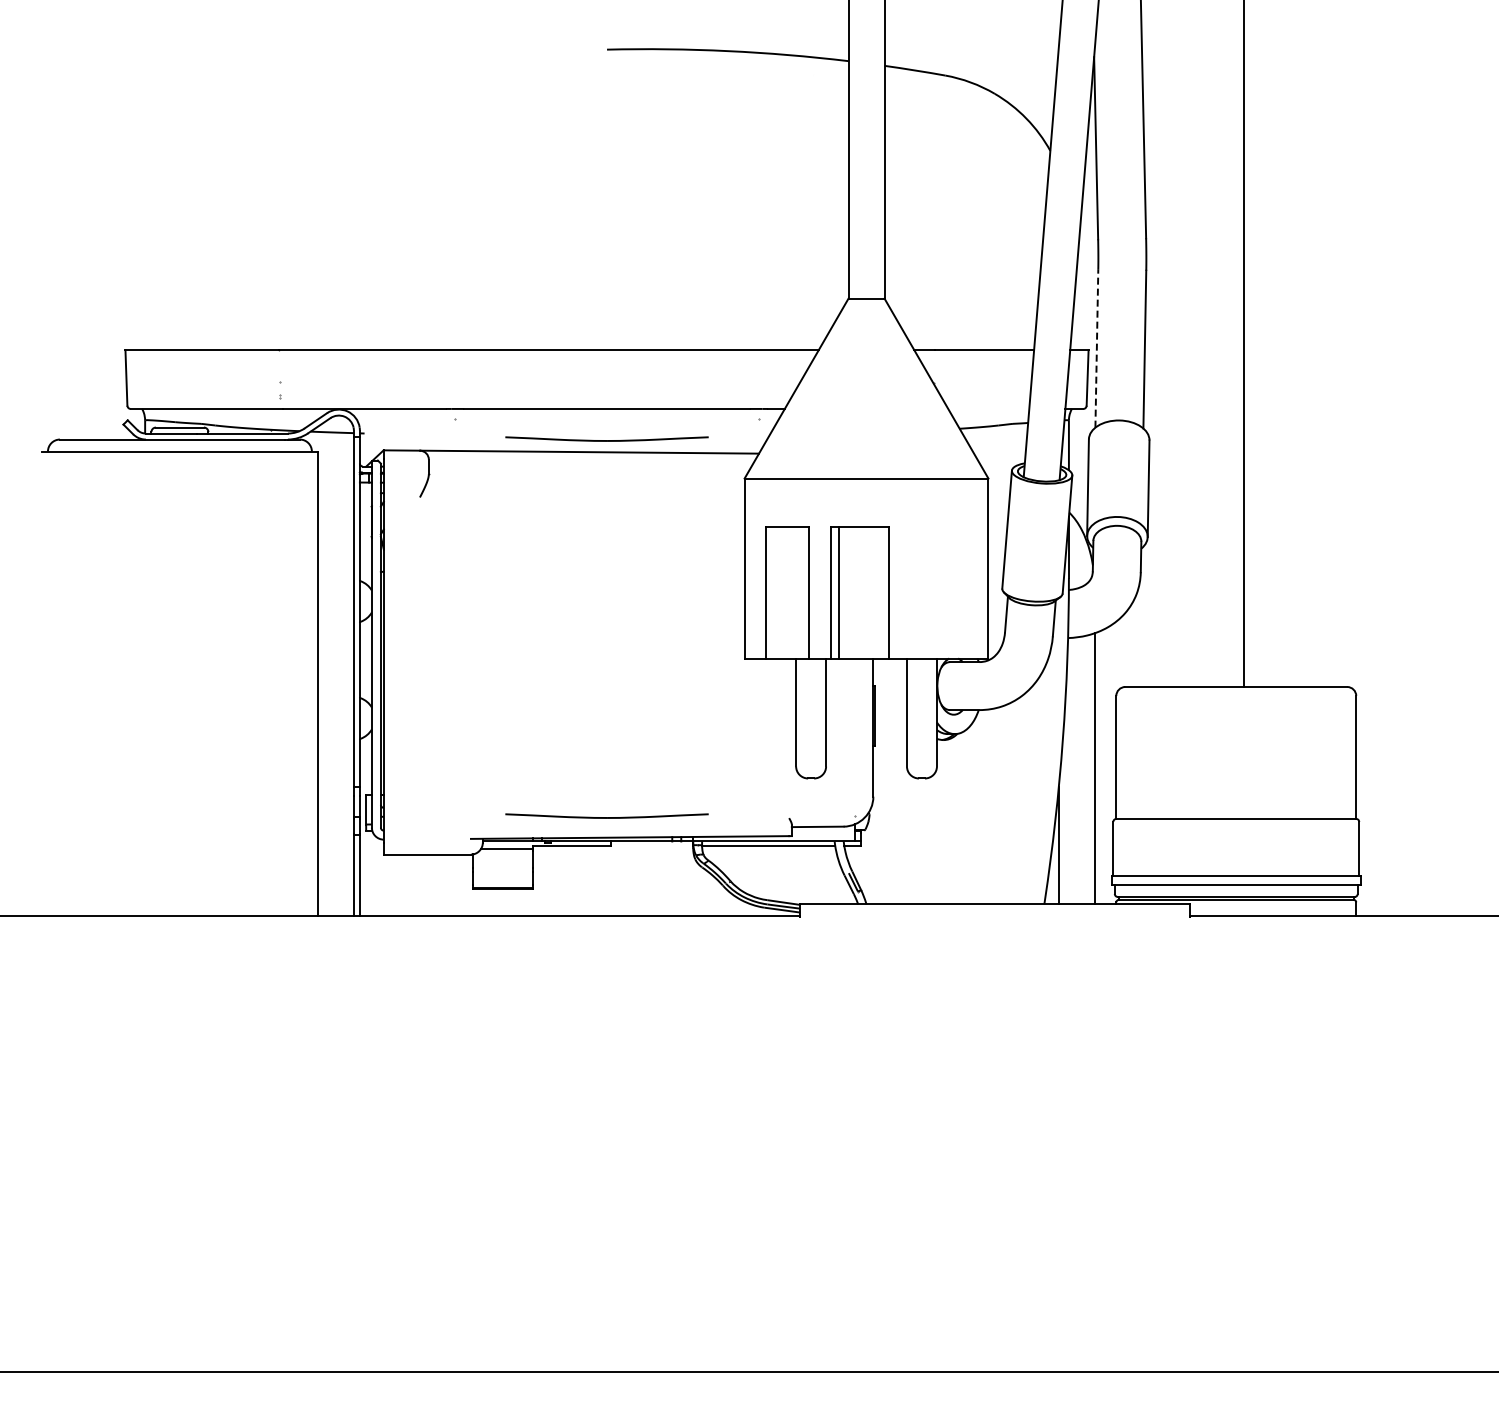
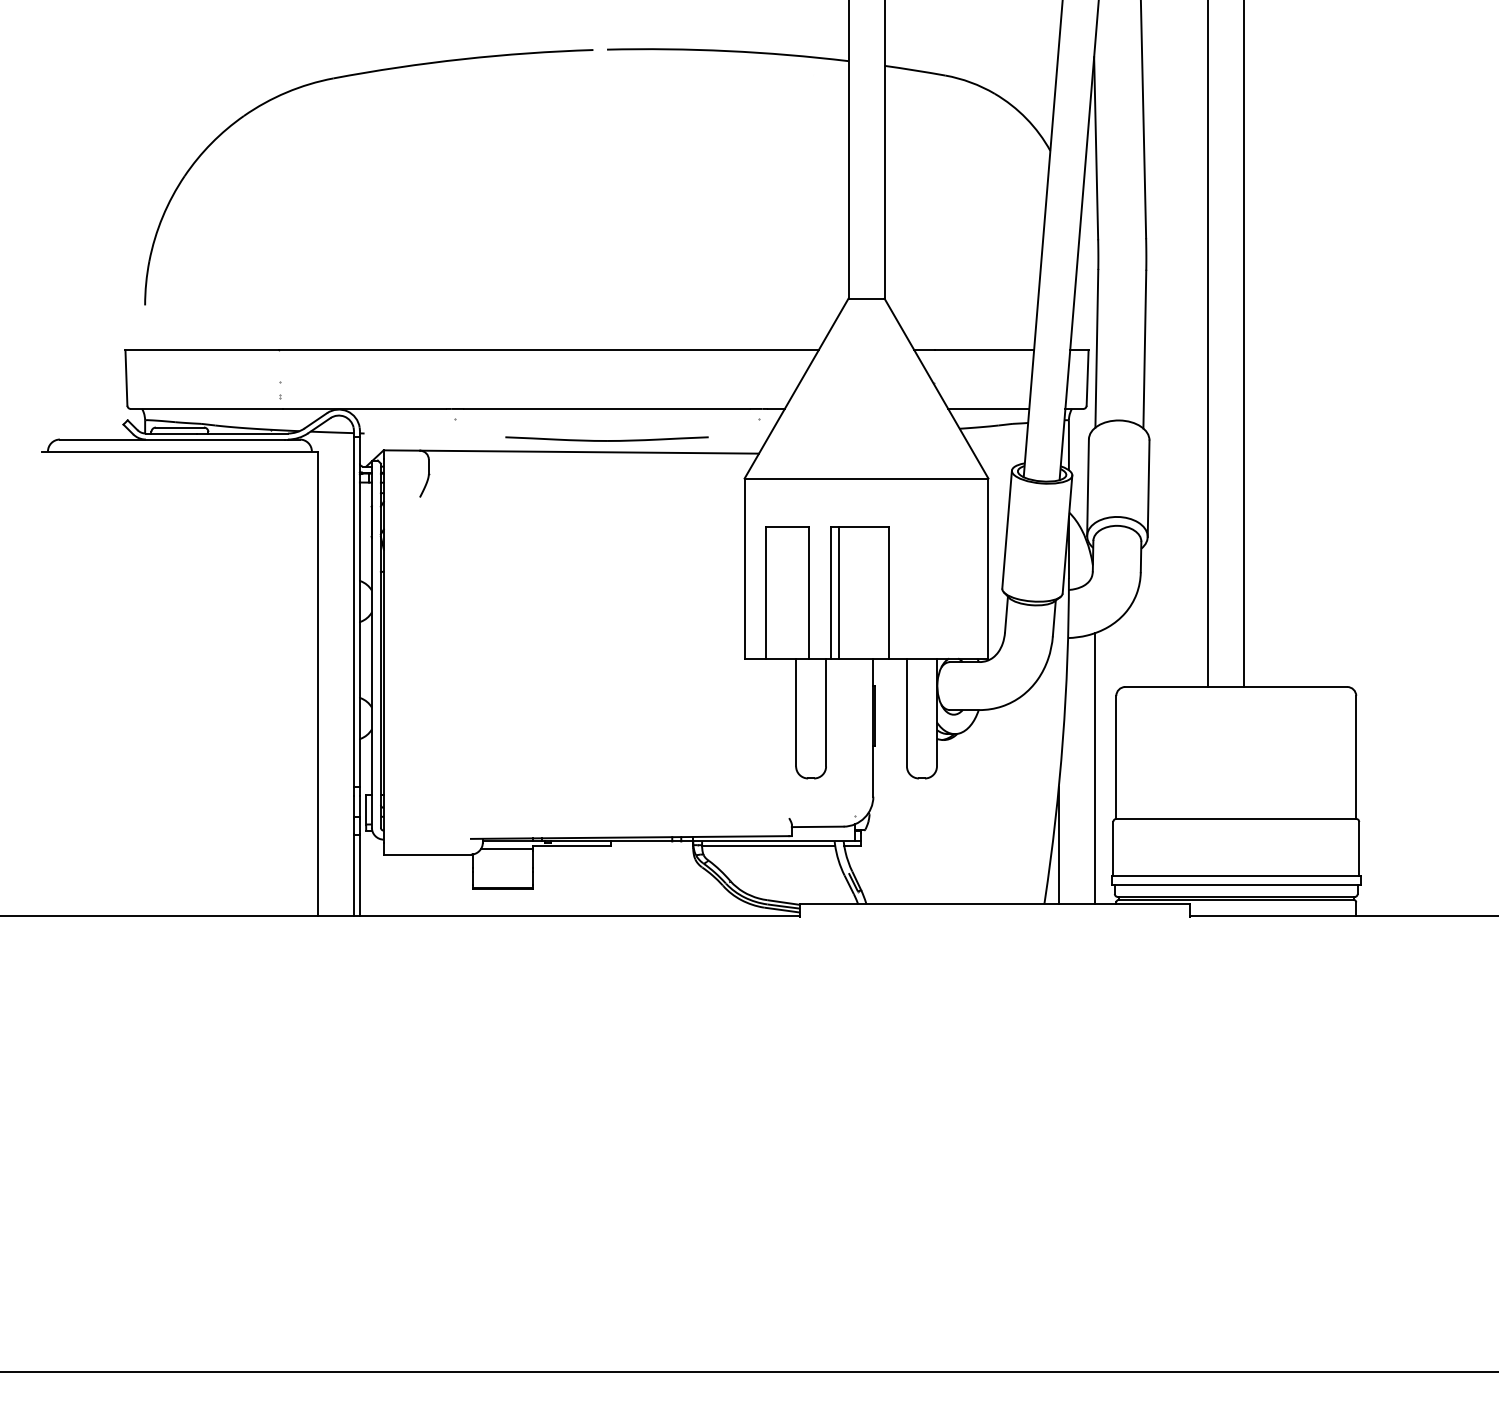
part at (350, 76): none -> present
line at (1208, 344): none -> present
line at (1096, 348): dashed -> solid
line at (988, 408): none -> present
part at (606, 815): present -> none
